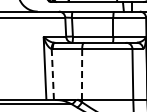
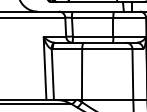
line at (52, 74): dashed -> solid
line at (82, 74): dashed -> solid
